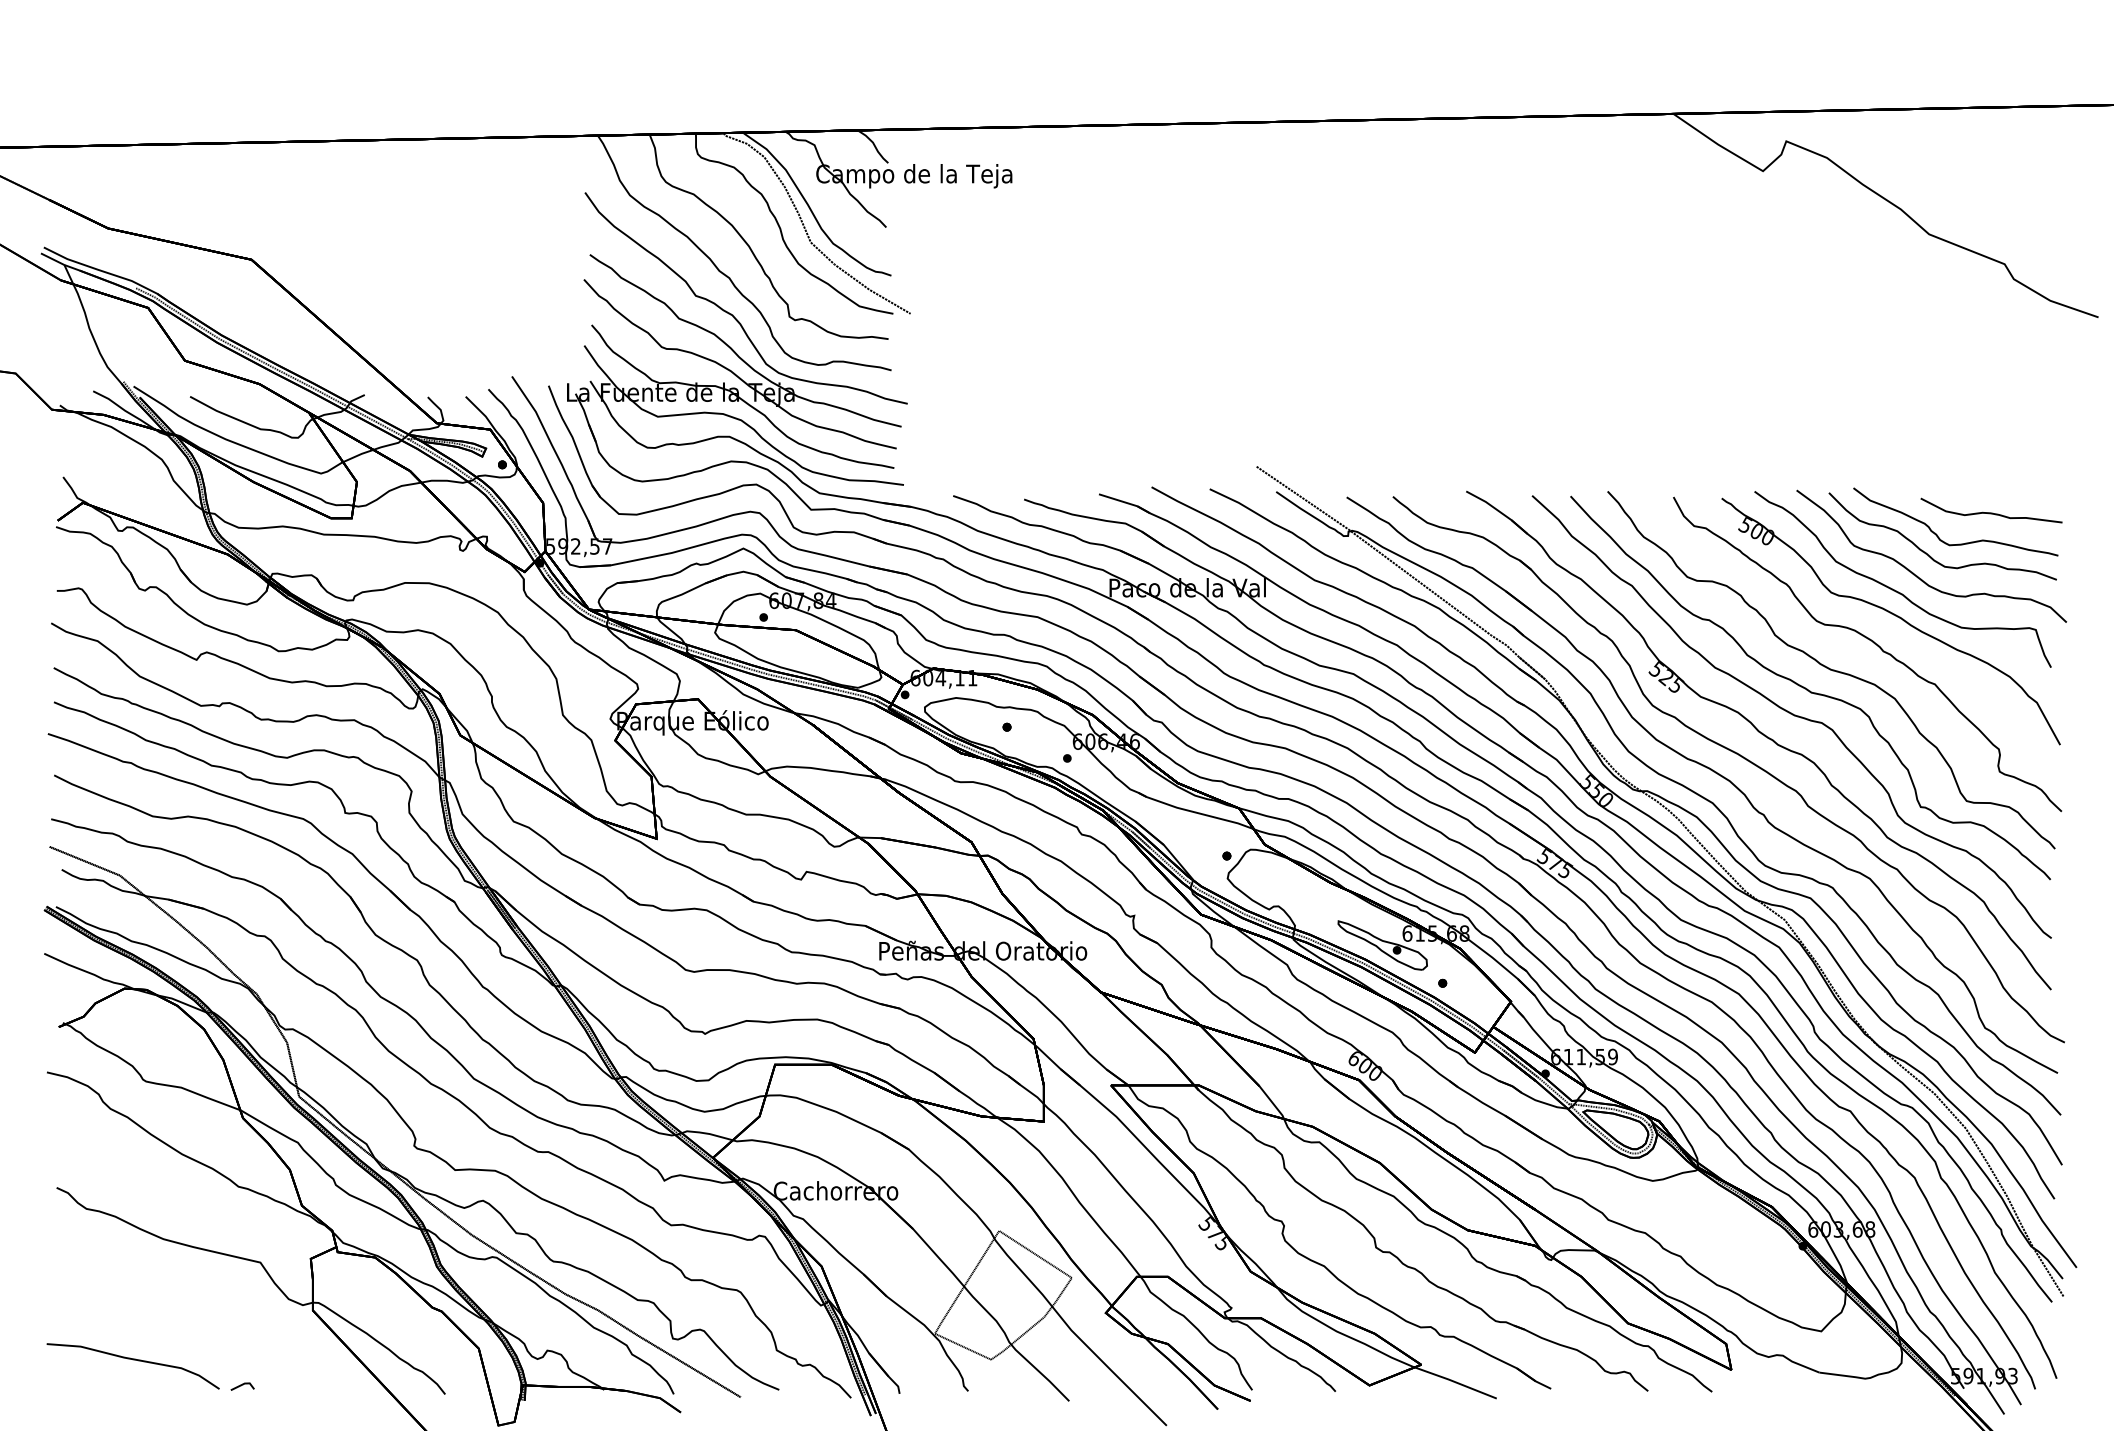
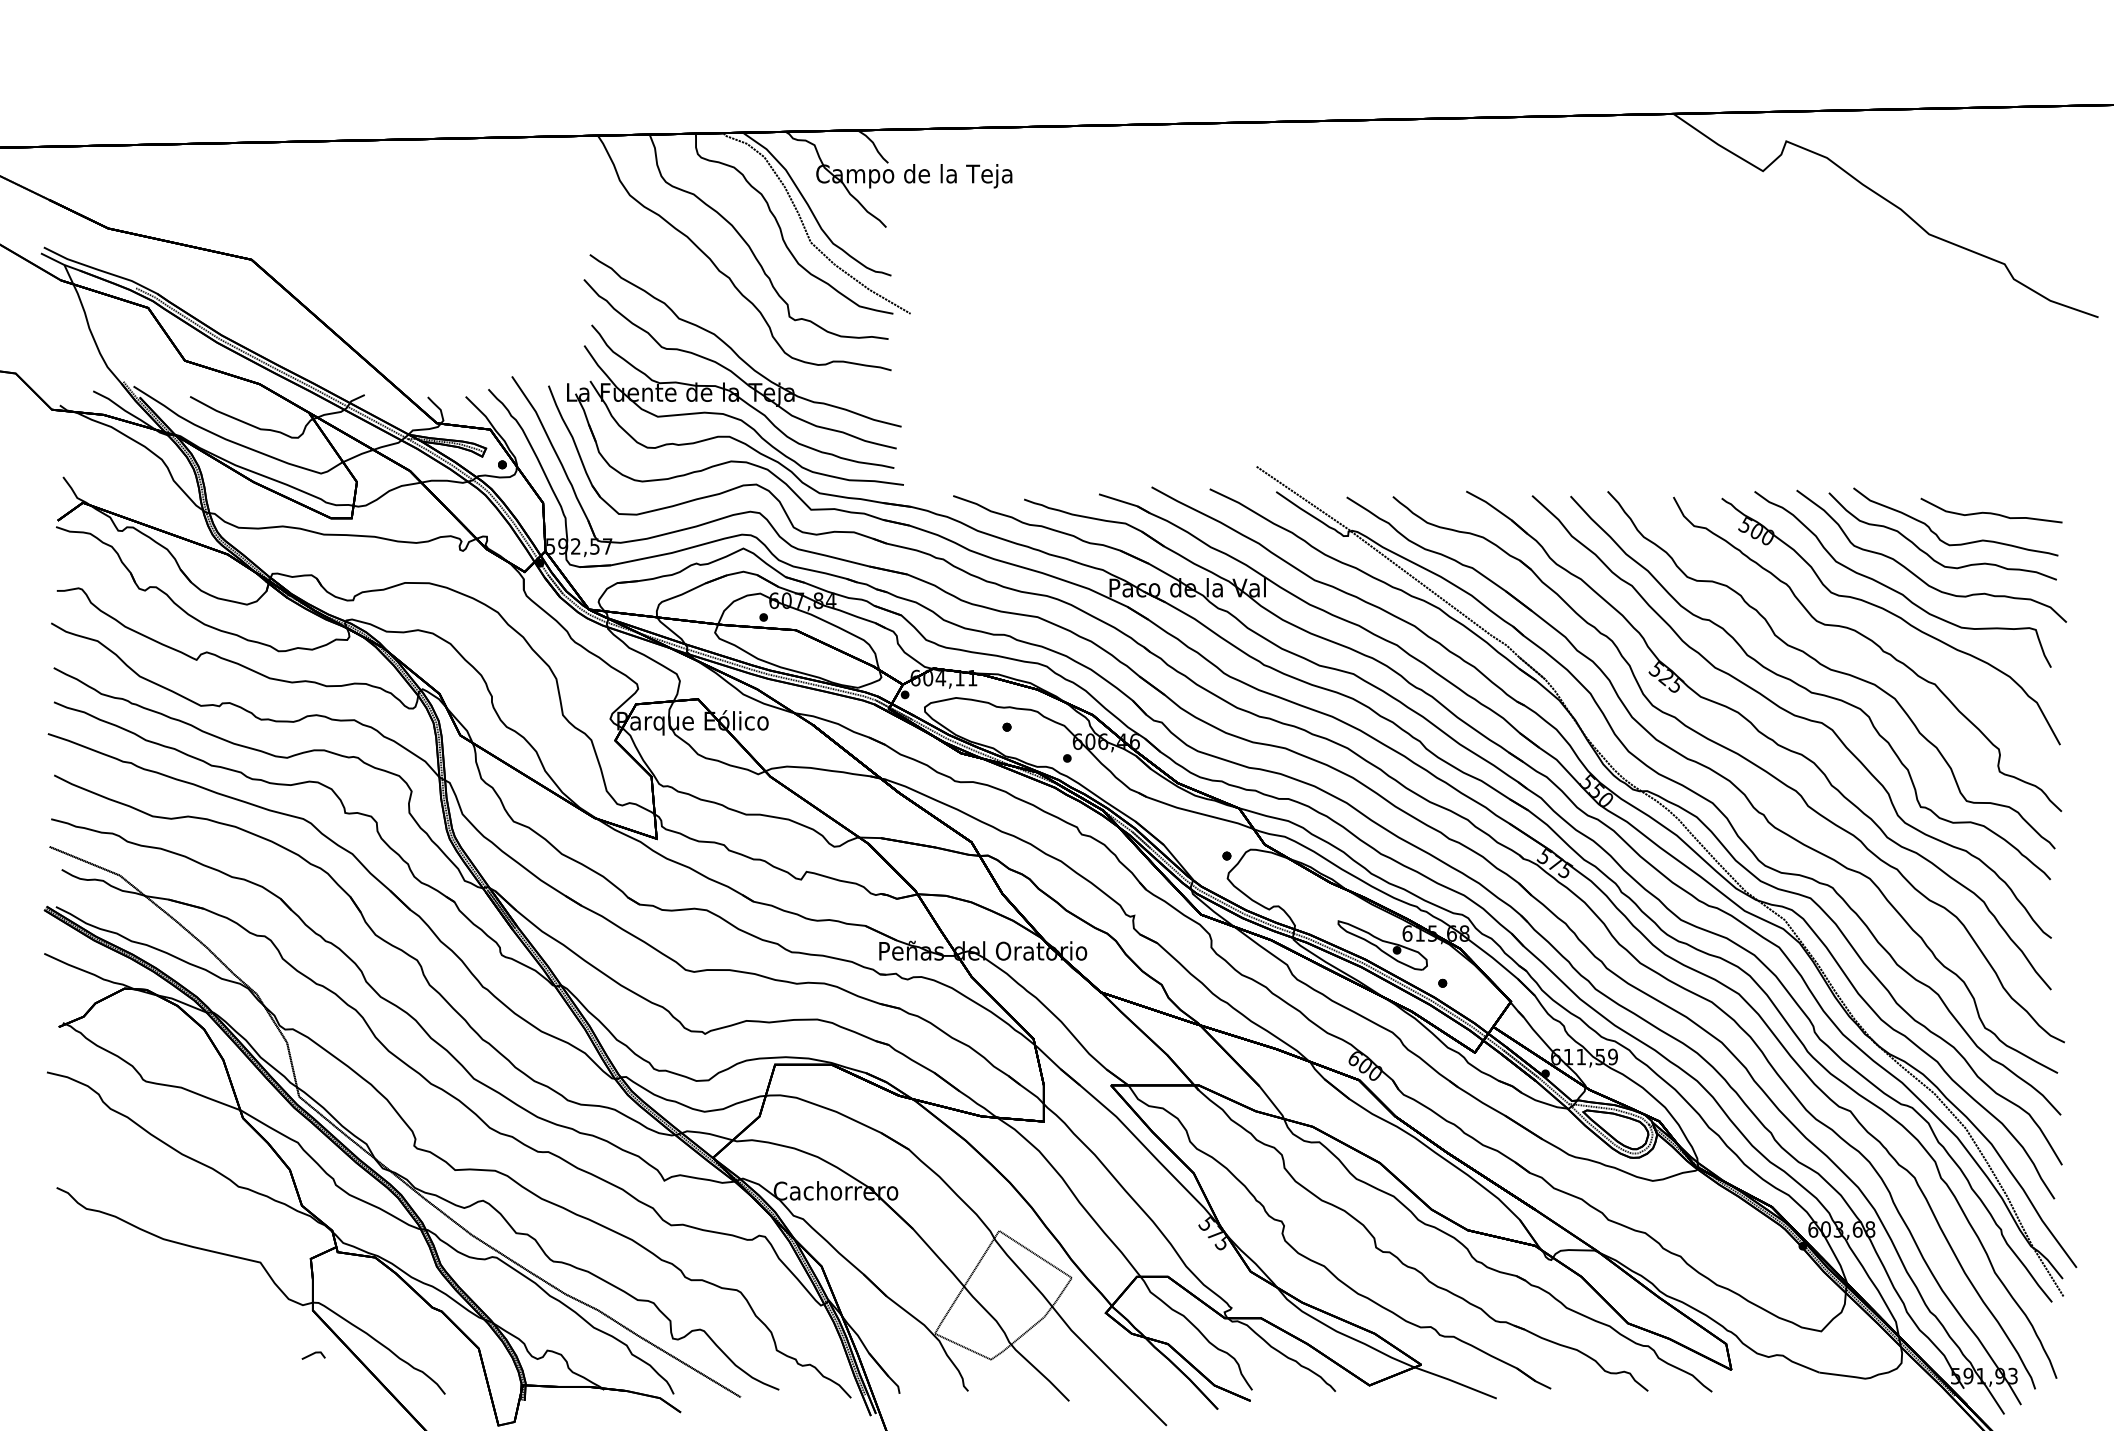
part at (731, 313): present -> none
curve at (132, 1360): present -> none
line at (242, 1385) position: (242, 1385) -> (313, 1354)
